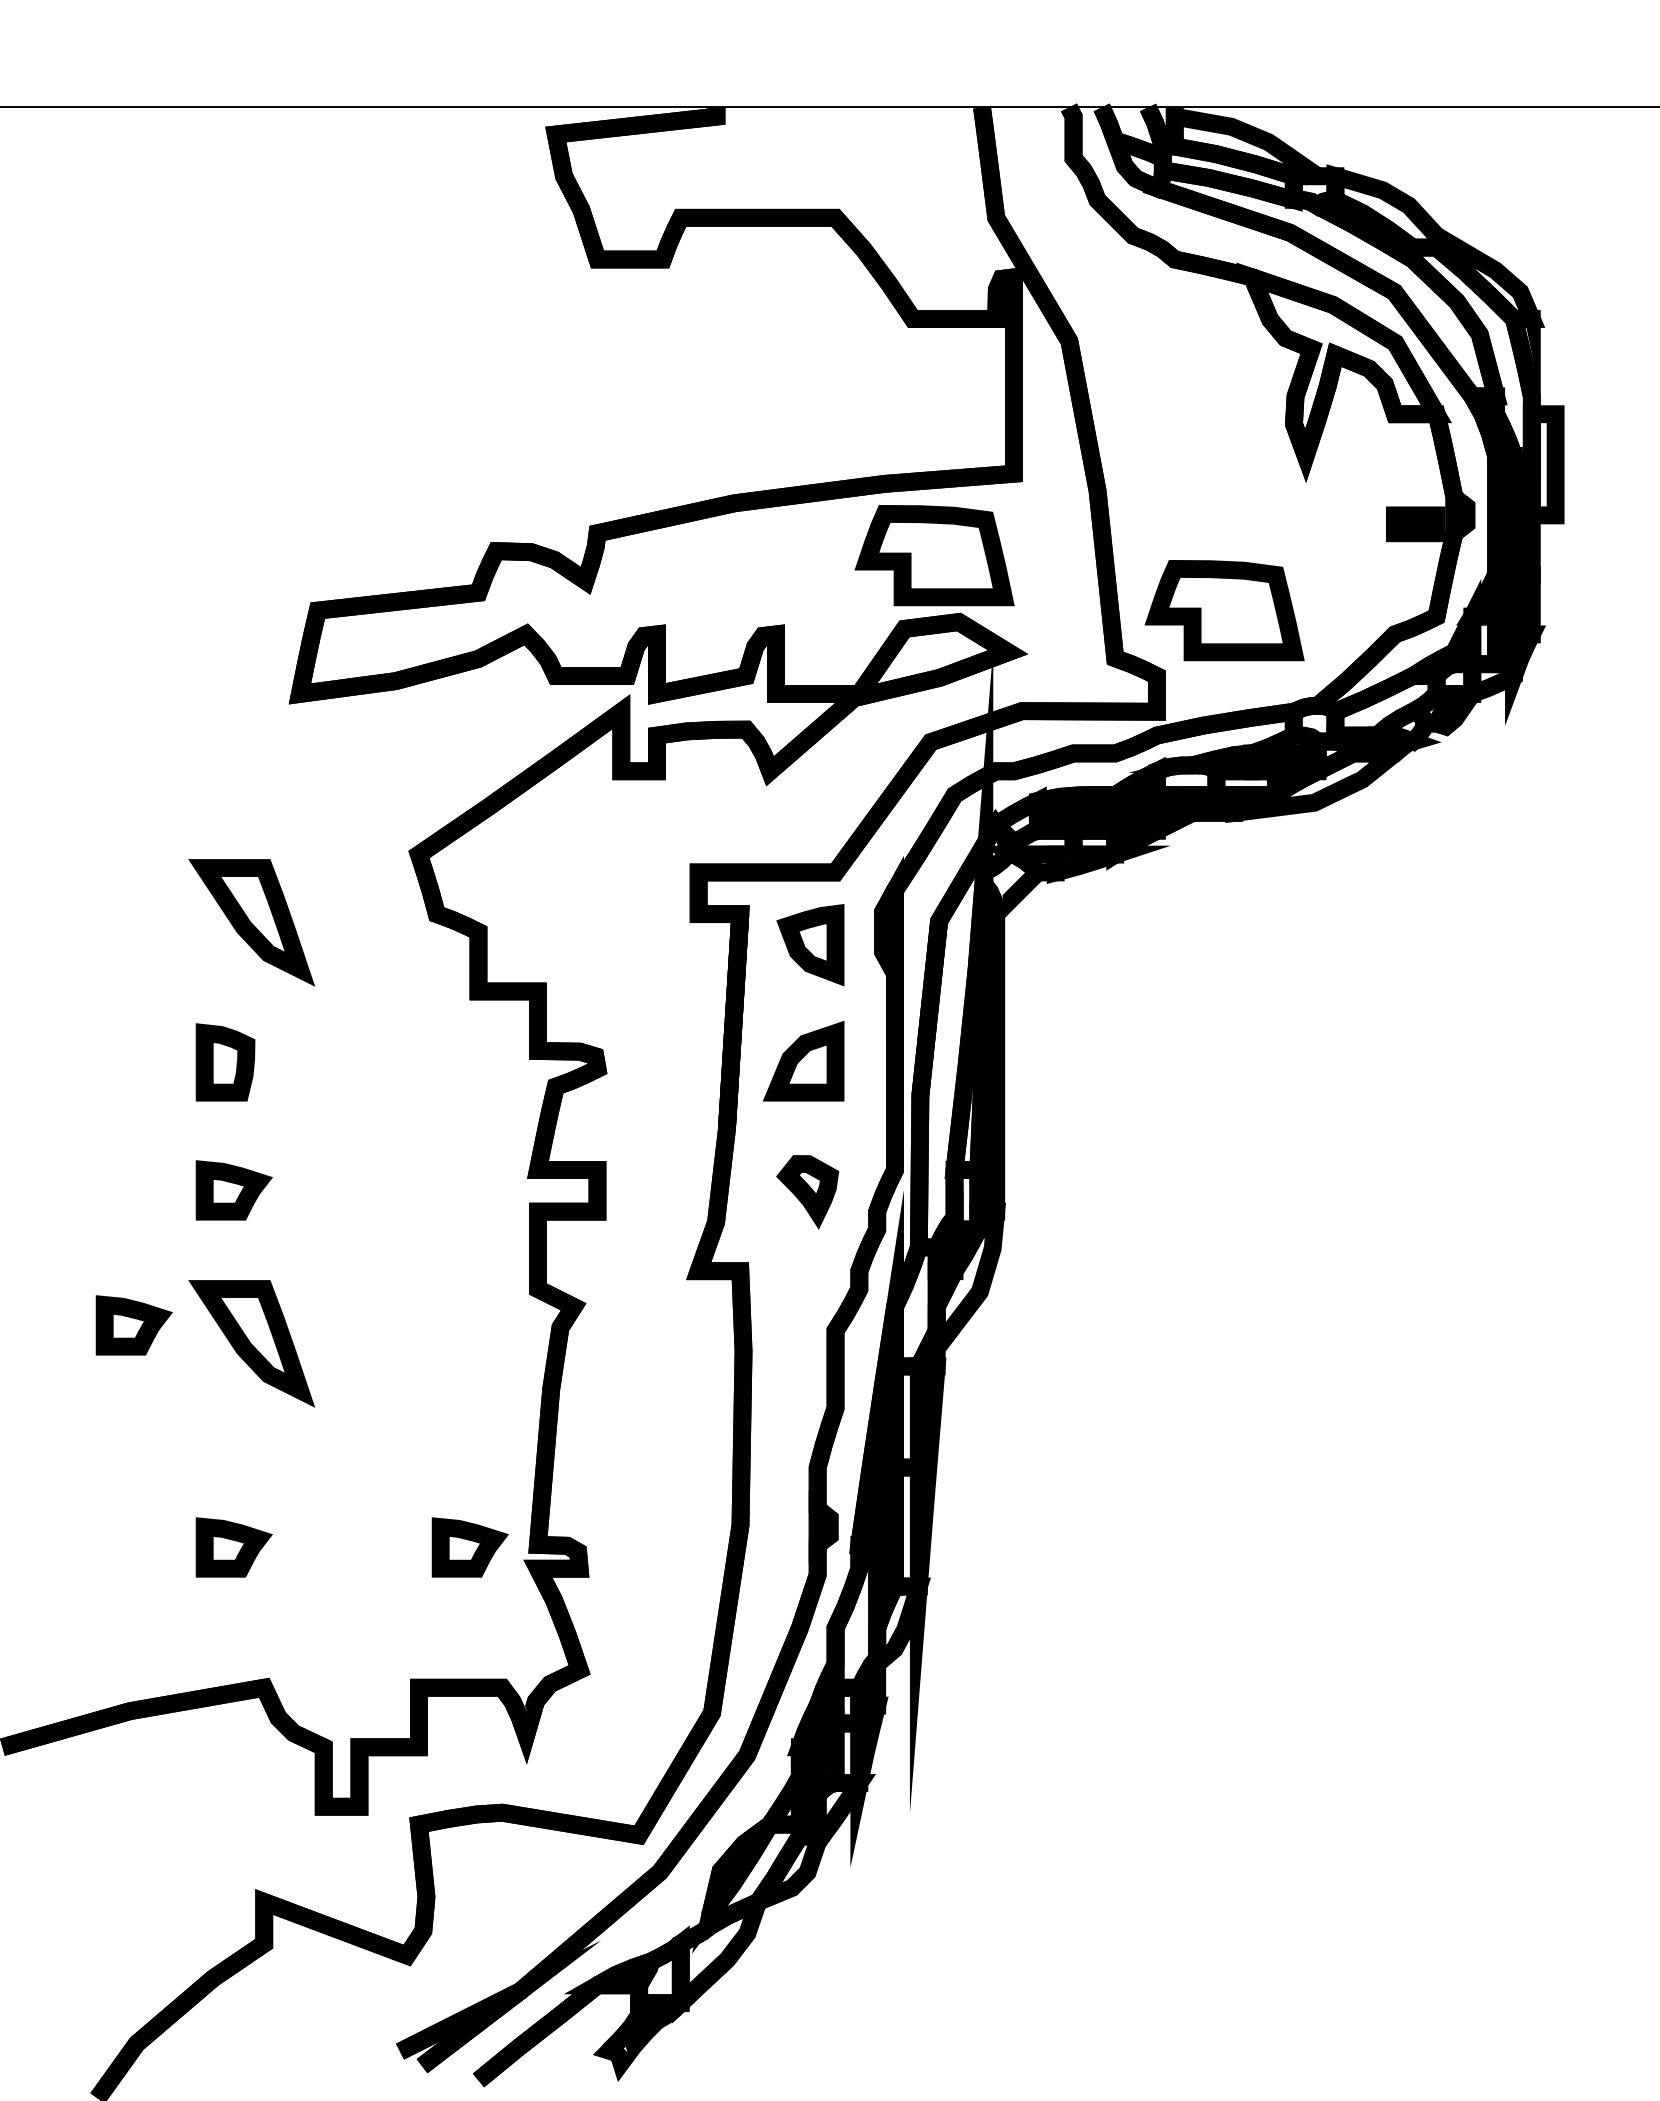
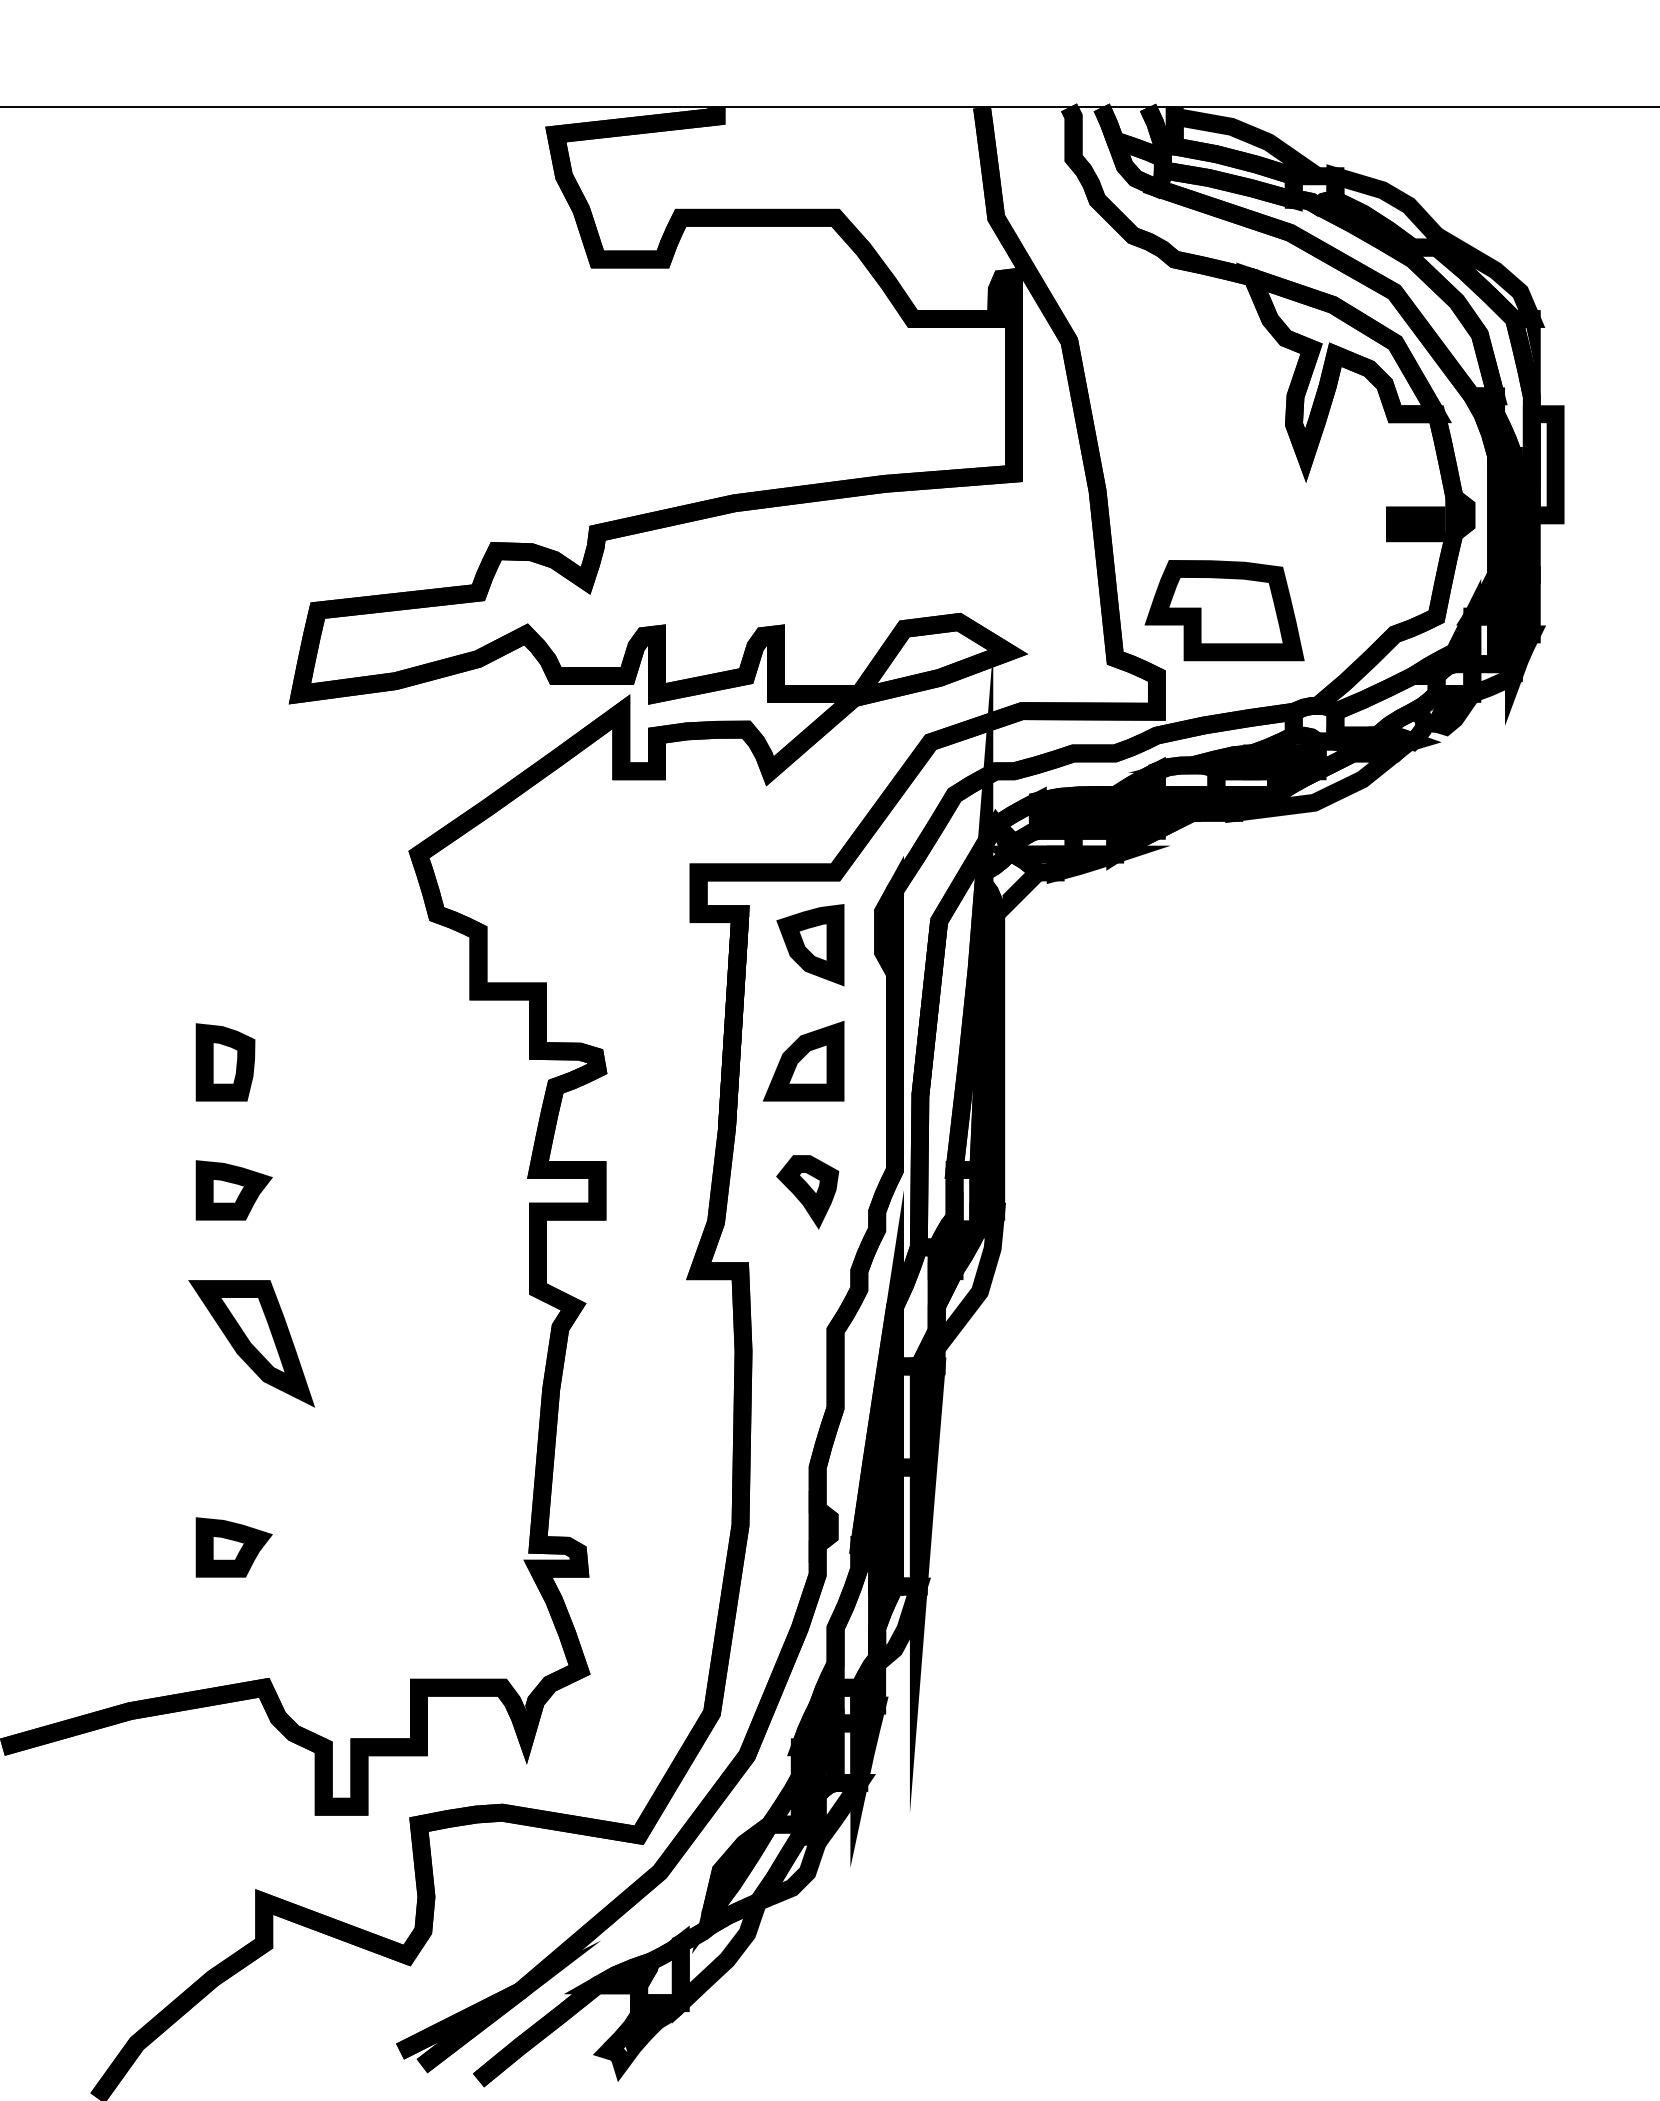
part at (934, 555): present -> none
part at (251, 922): present -> none
part at (133, 1325): present -> none
part at (469, 1547): present -> none
